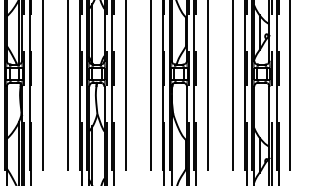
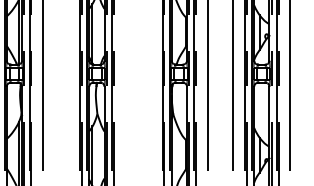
line at (68, 92): present -> none
line at (125, 92): present -> none
line at (150, 92): present -> none
